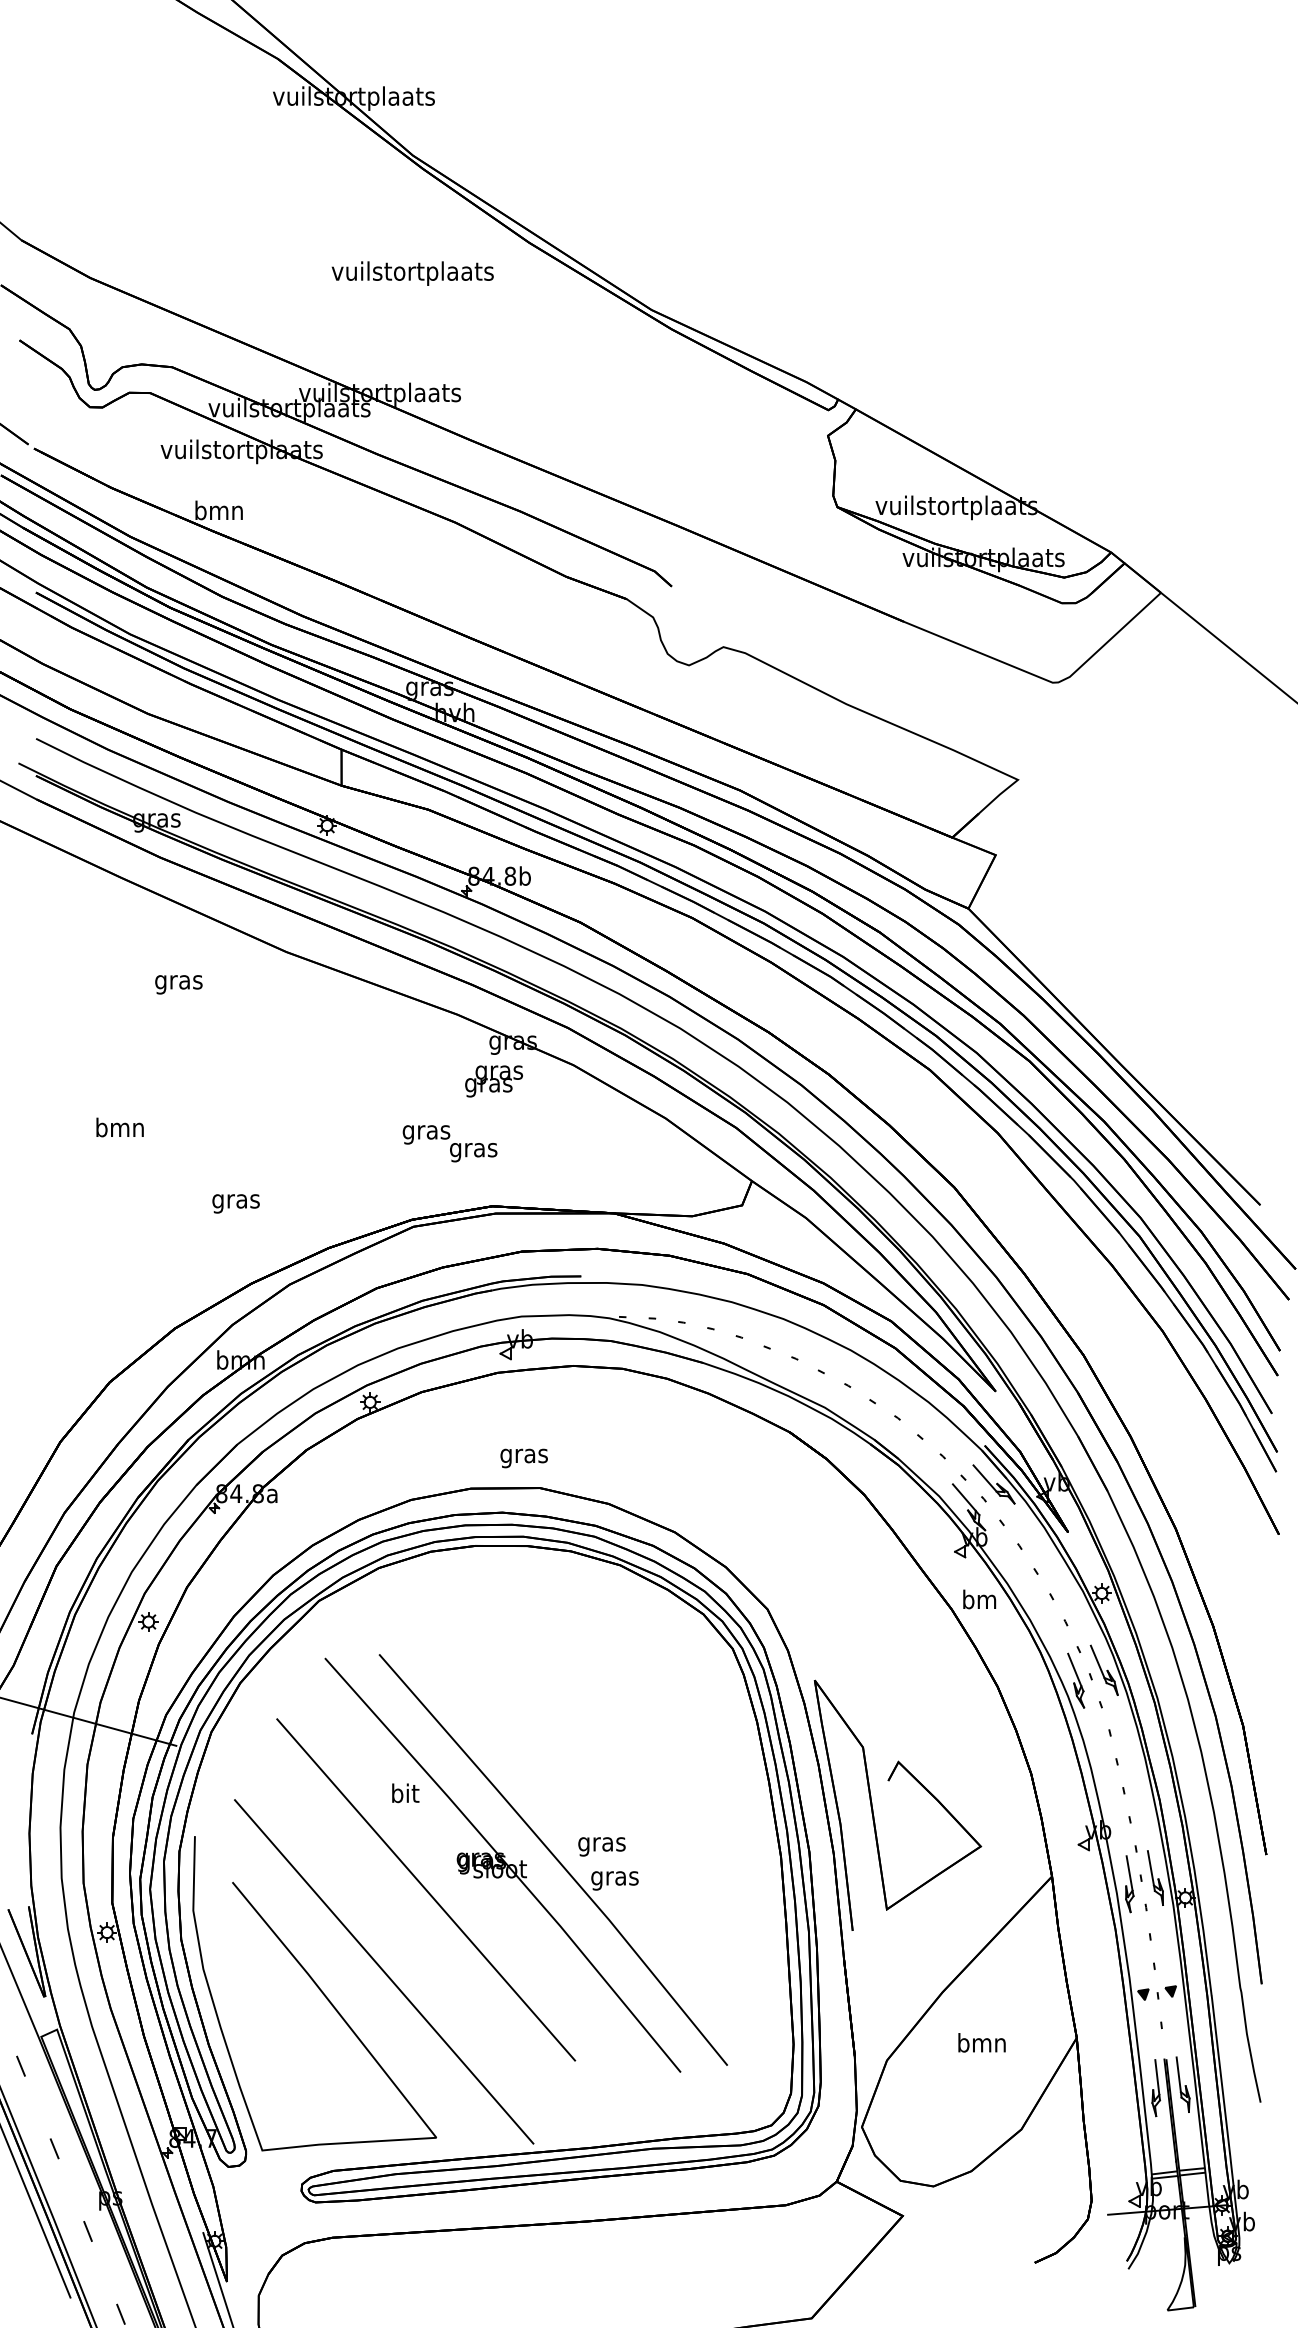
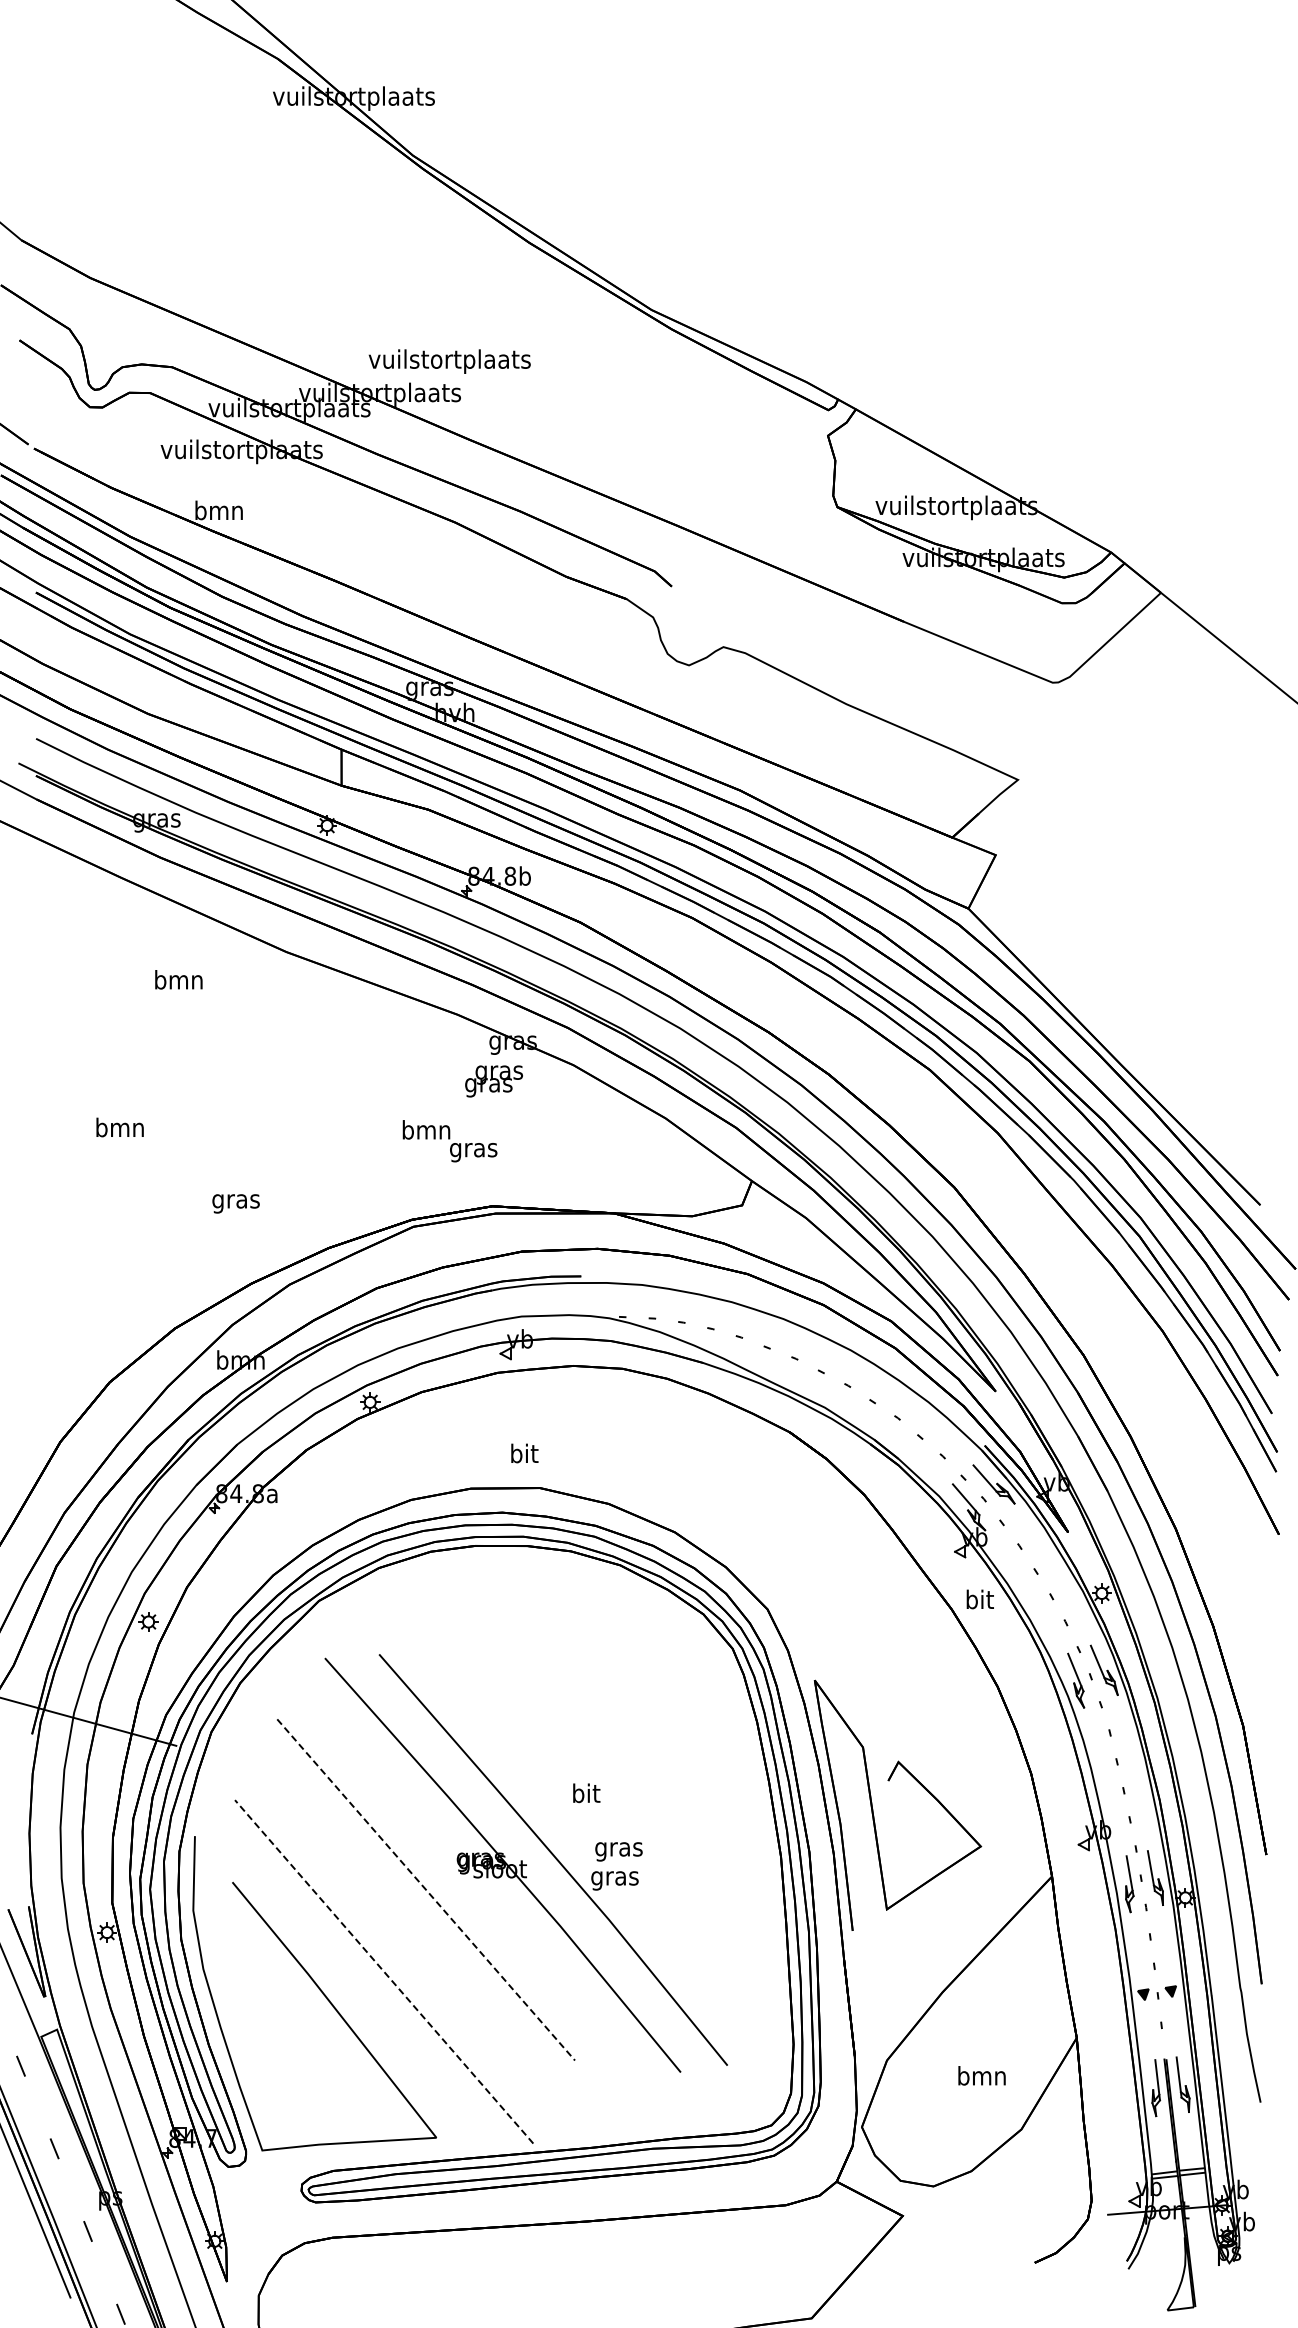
text at (412, 273) position: (412, 273) -> (449, 361)
text at (178, 982): gras -> bmn
text at (426, 1132): gras -> bmn
text at (523, 1455): gras -> bit
text at (979, 1599): bm -> bit
text at (405, 1793) position: (405, 1793) -> (586, 1793)
text at (601, 1846) position: (601, 1846) -> (618, 1851)
line at (426, 1890): solid -> dashed
line at (383, 1971): solid -> dashed
text at (981, 2042) position: (981, 2042) -> (981, 2075)
line at (217, 2278): present -> none
